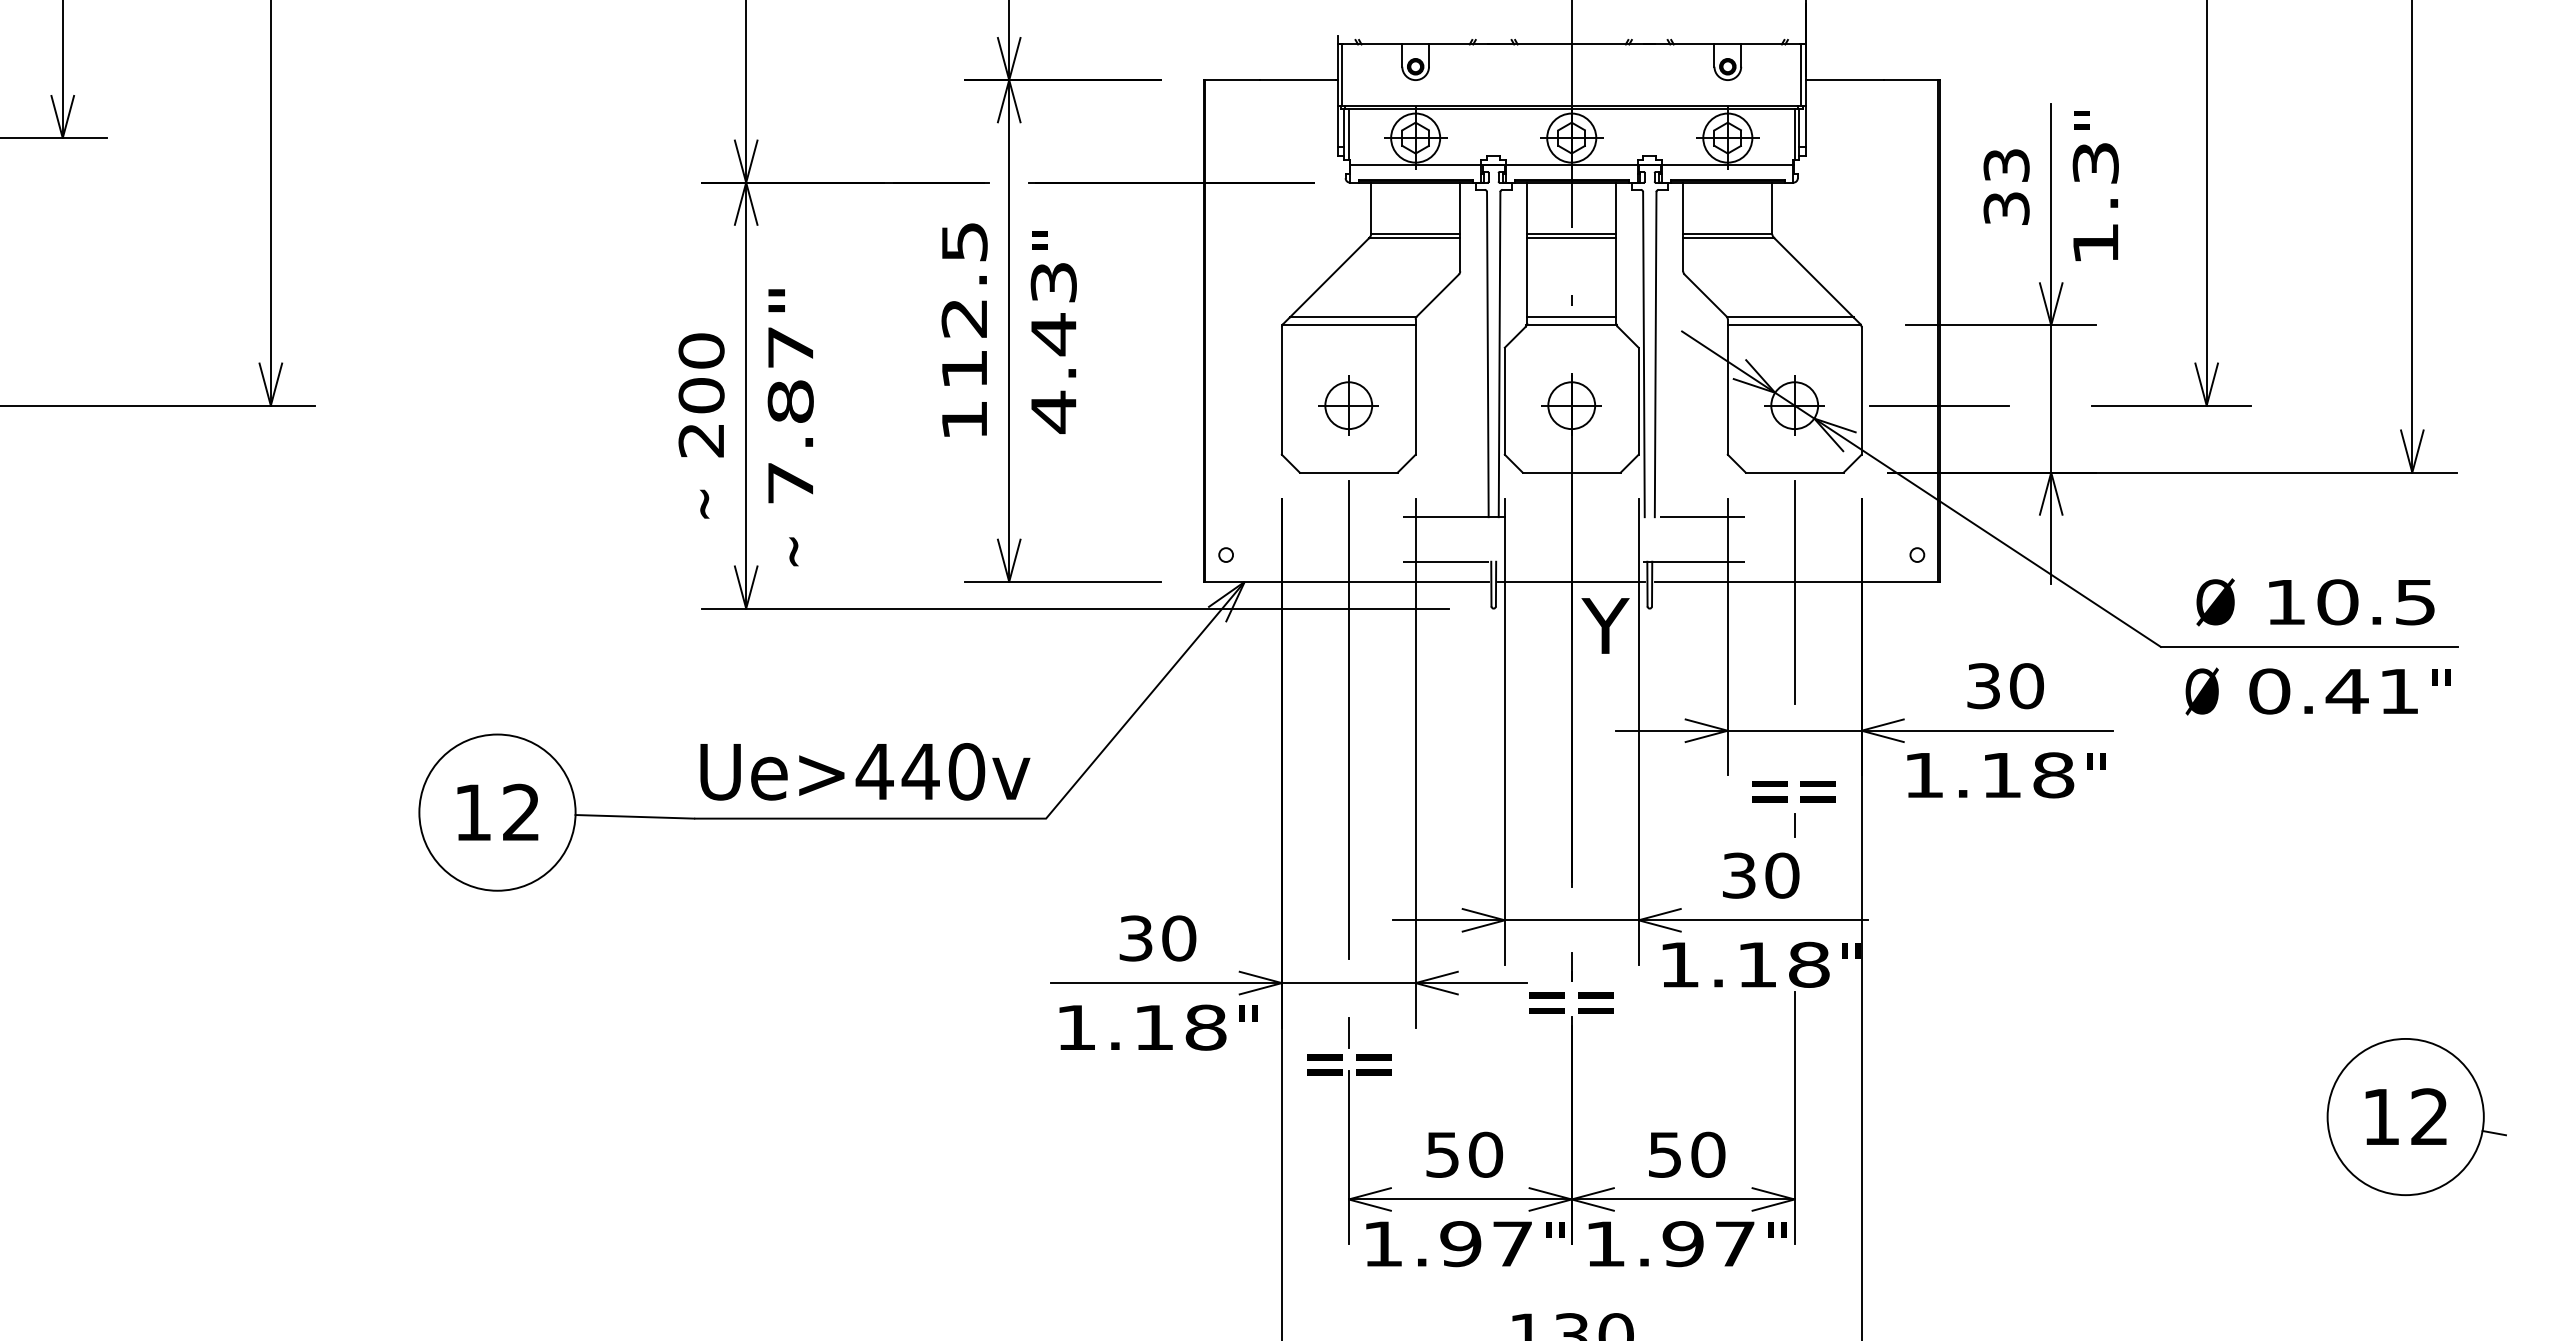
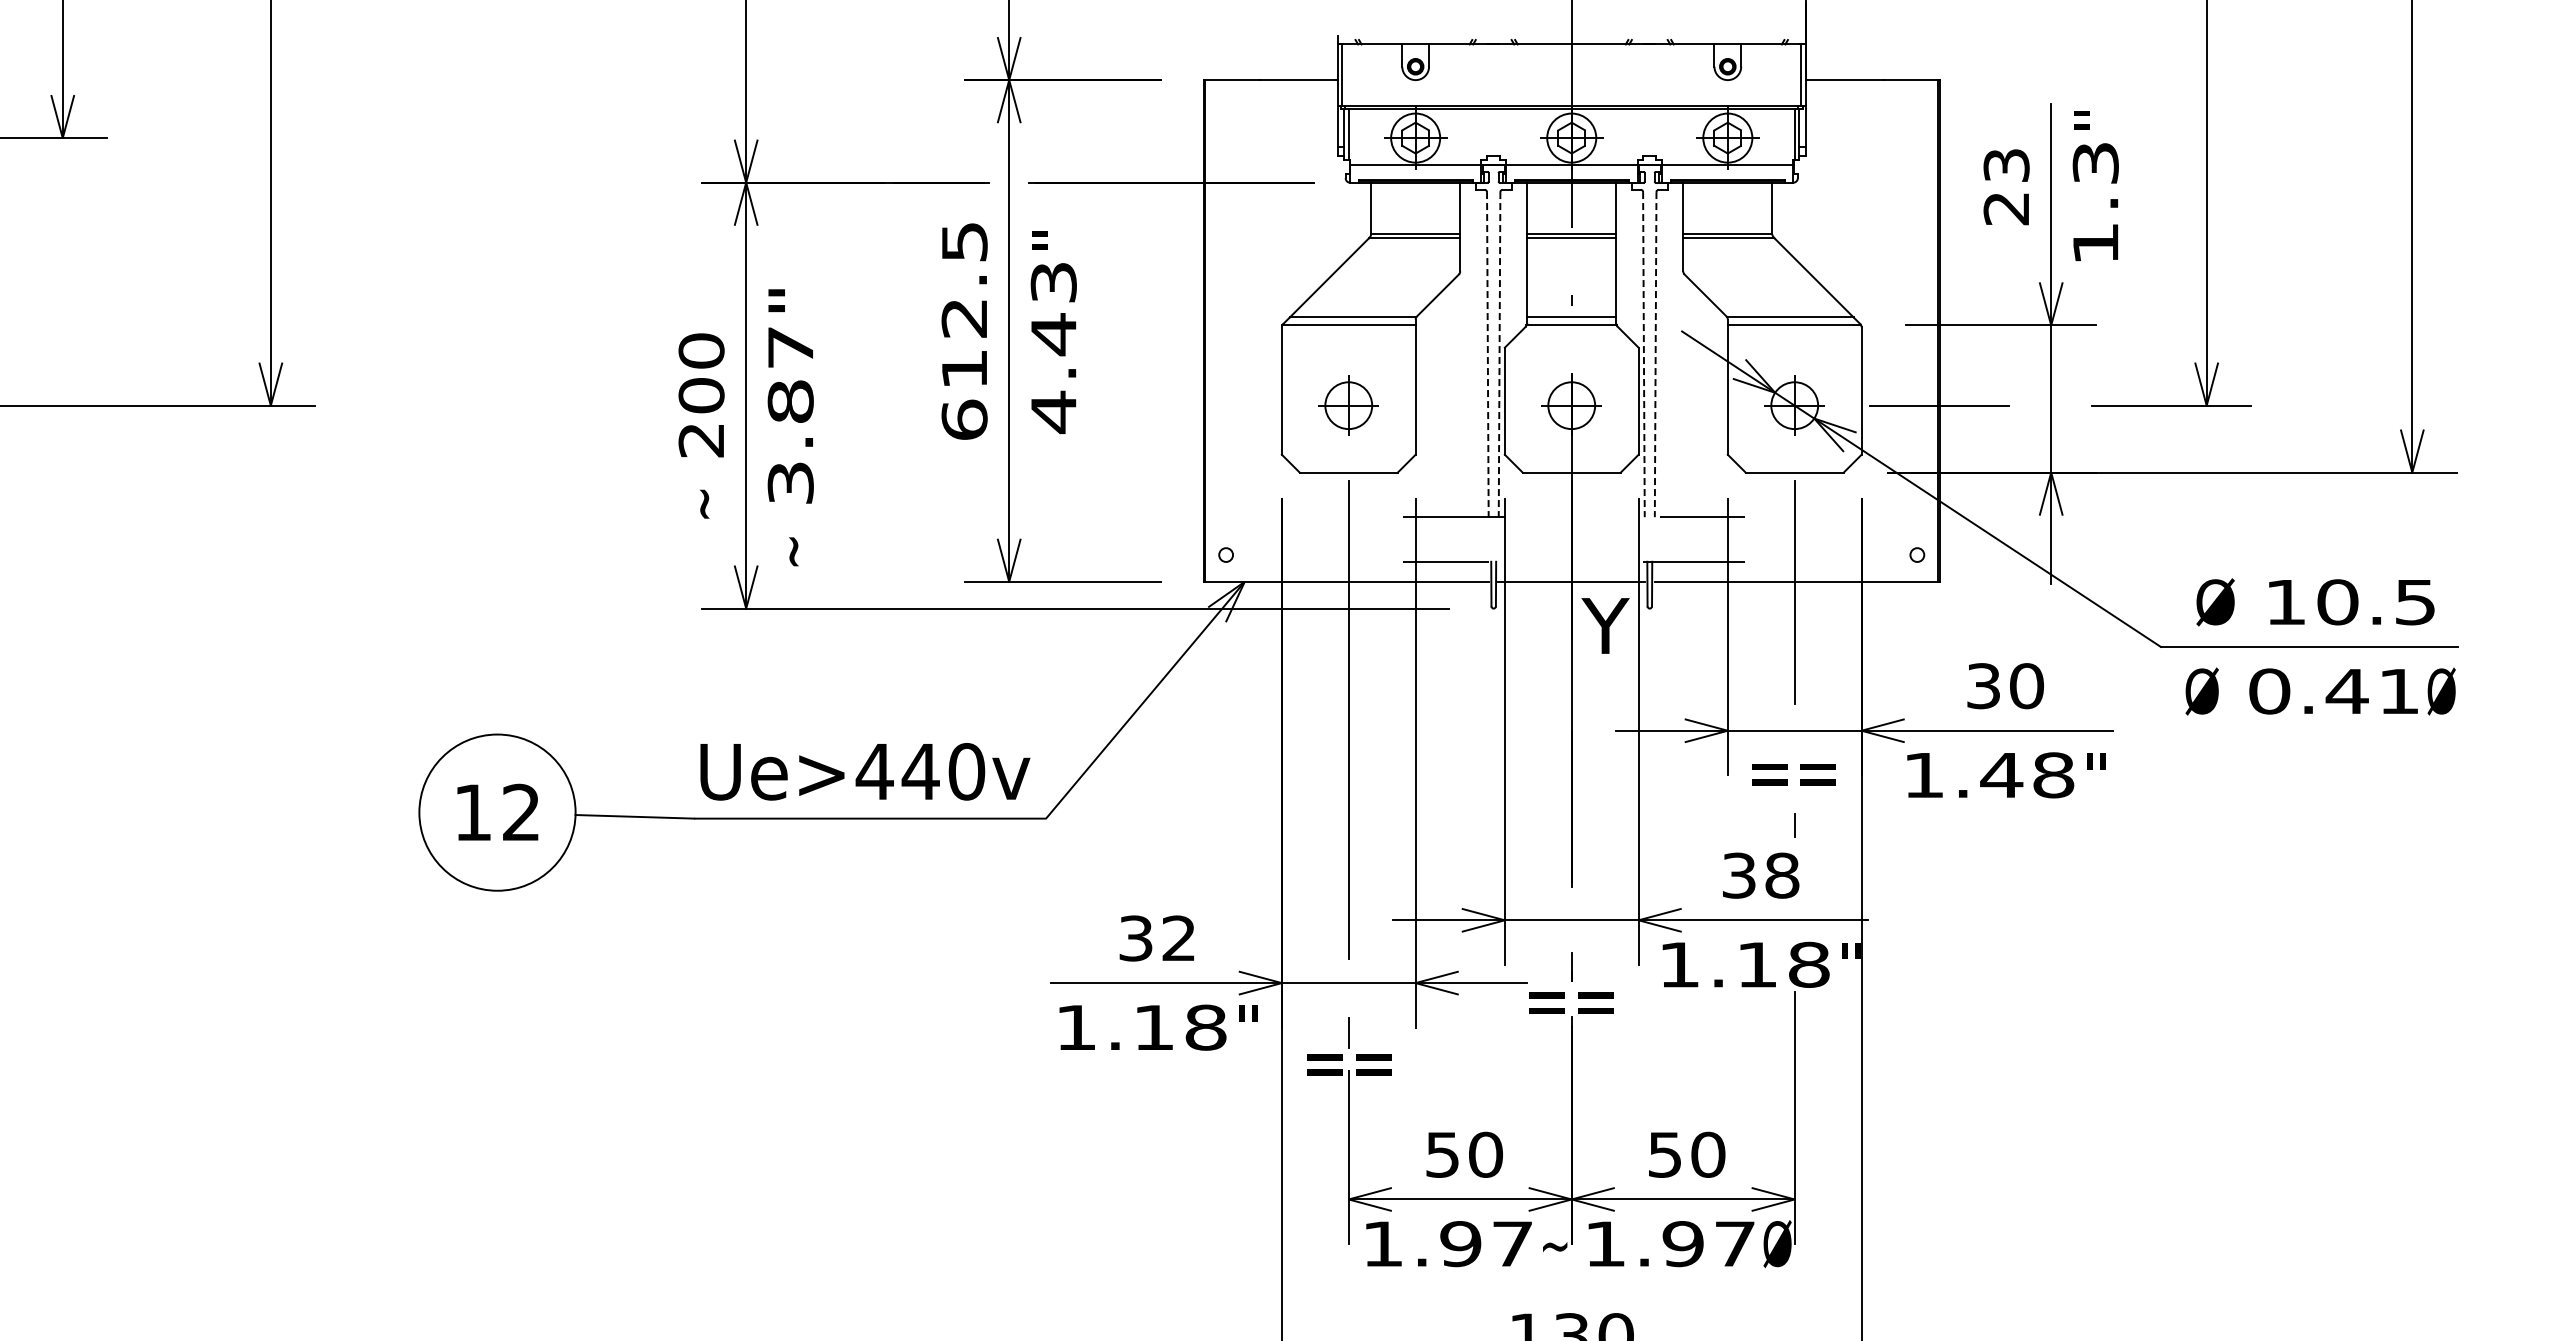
text at (2006, 208): 33 -> 23
line at (1487, 354): solid -> dashed
line at (1499, 354): solid -> dashed
line at (1643, 354): solid -> dashed
line at (1655, 354): solid -> dashed
text at (964, 419): 112.5 -> 612.5
text at (790, 482): 7.87" -> 3.87"
text at (2441, 691): " -> Ø
text at (2001, 775): 1.18 -> 1.48
text at (1793, 791) position: (1793, 791) -> (1793, 774)
text at (1782, 875): 30 -> 38
text at (1179, 938): 30 -> 32
part at (2416, 1116): present -> none
text at (1555, 1236): " -> ~
text at (1777, 1244): " -> Ø
